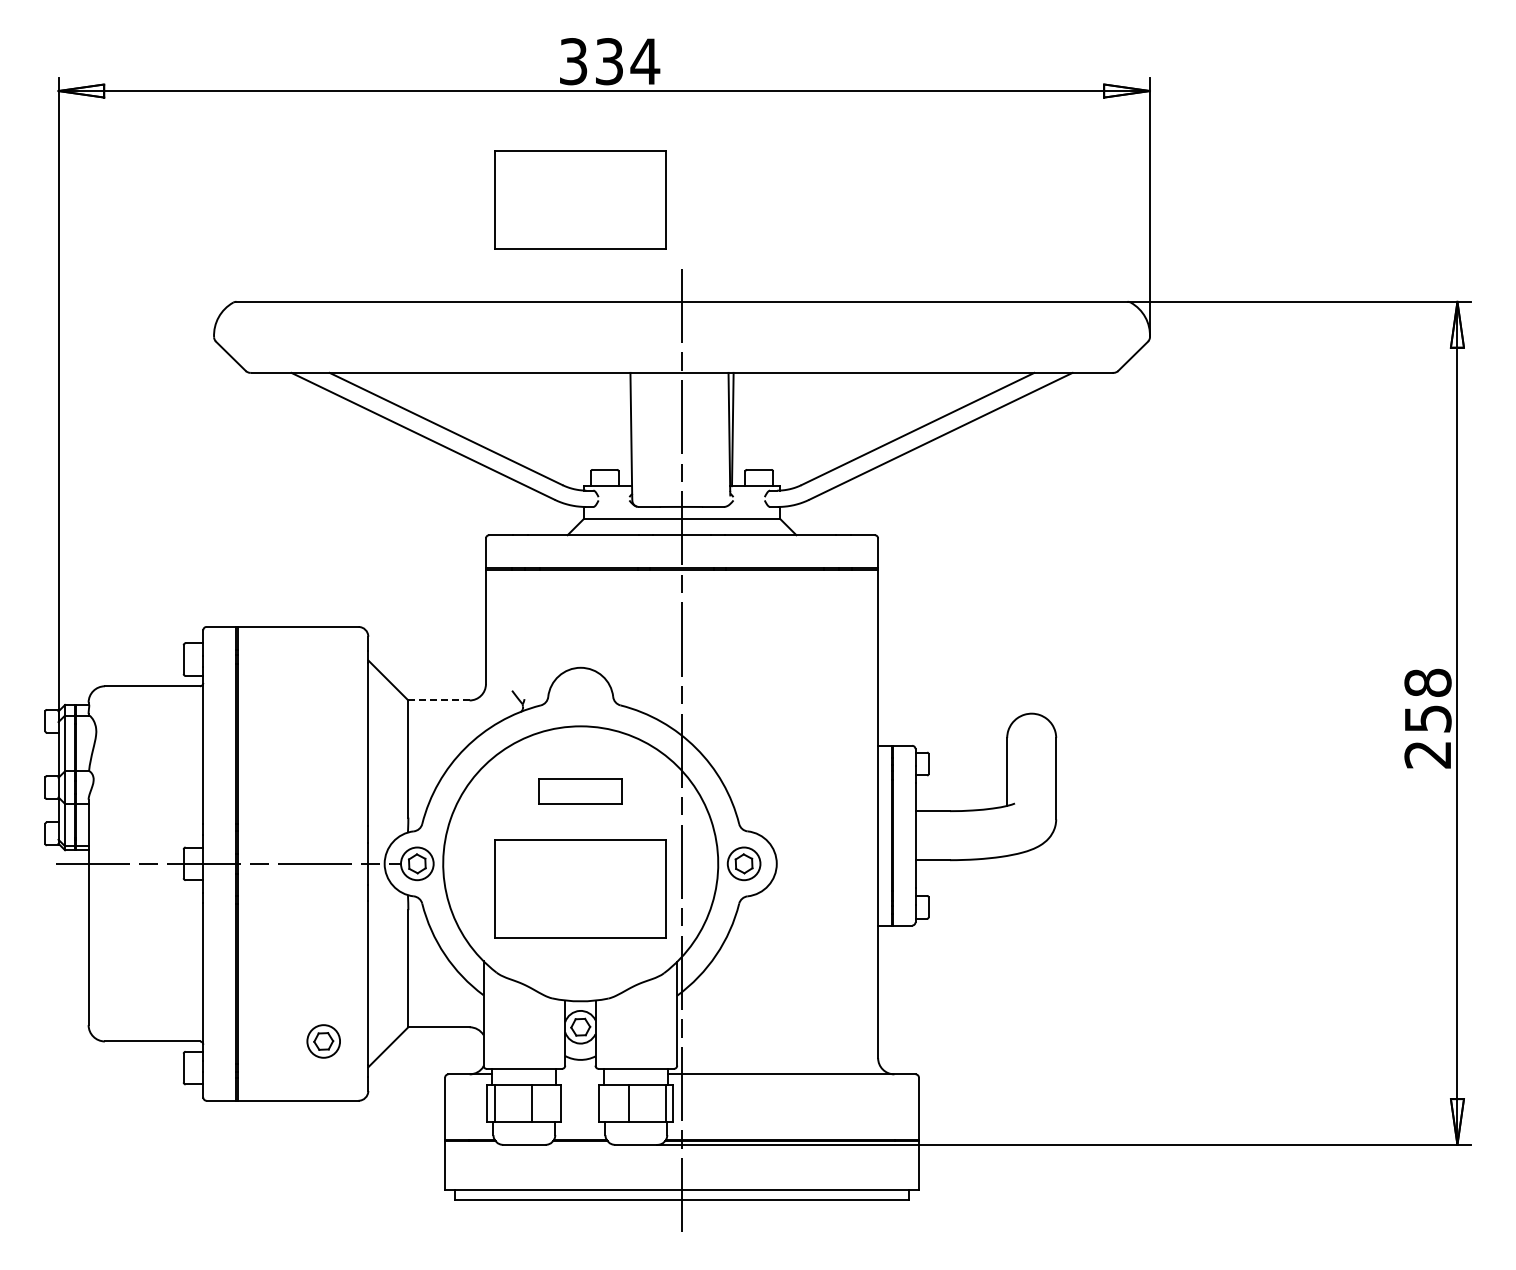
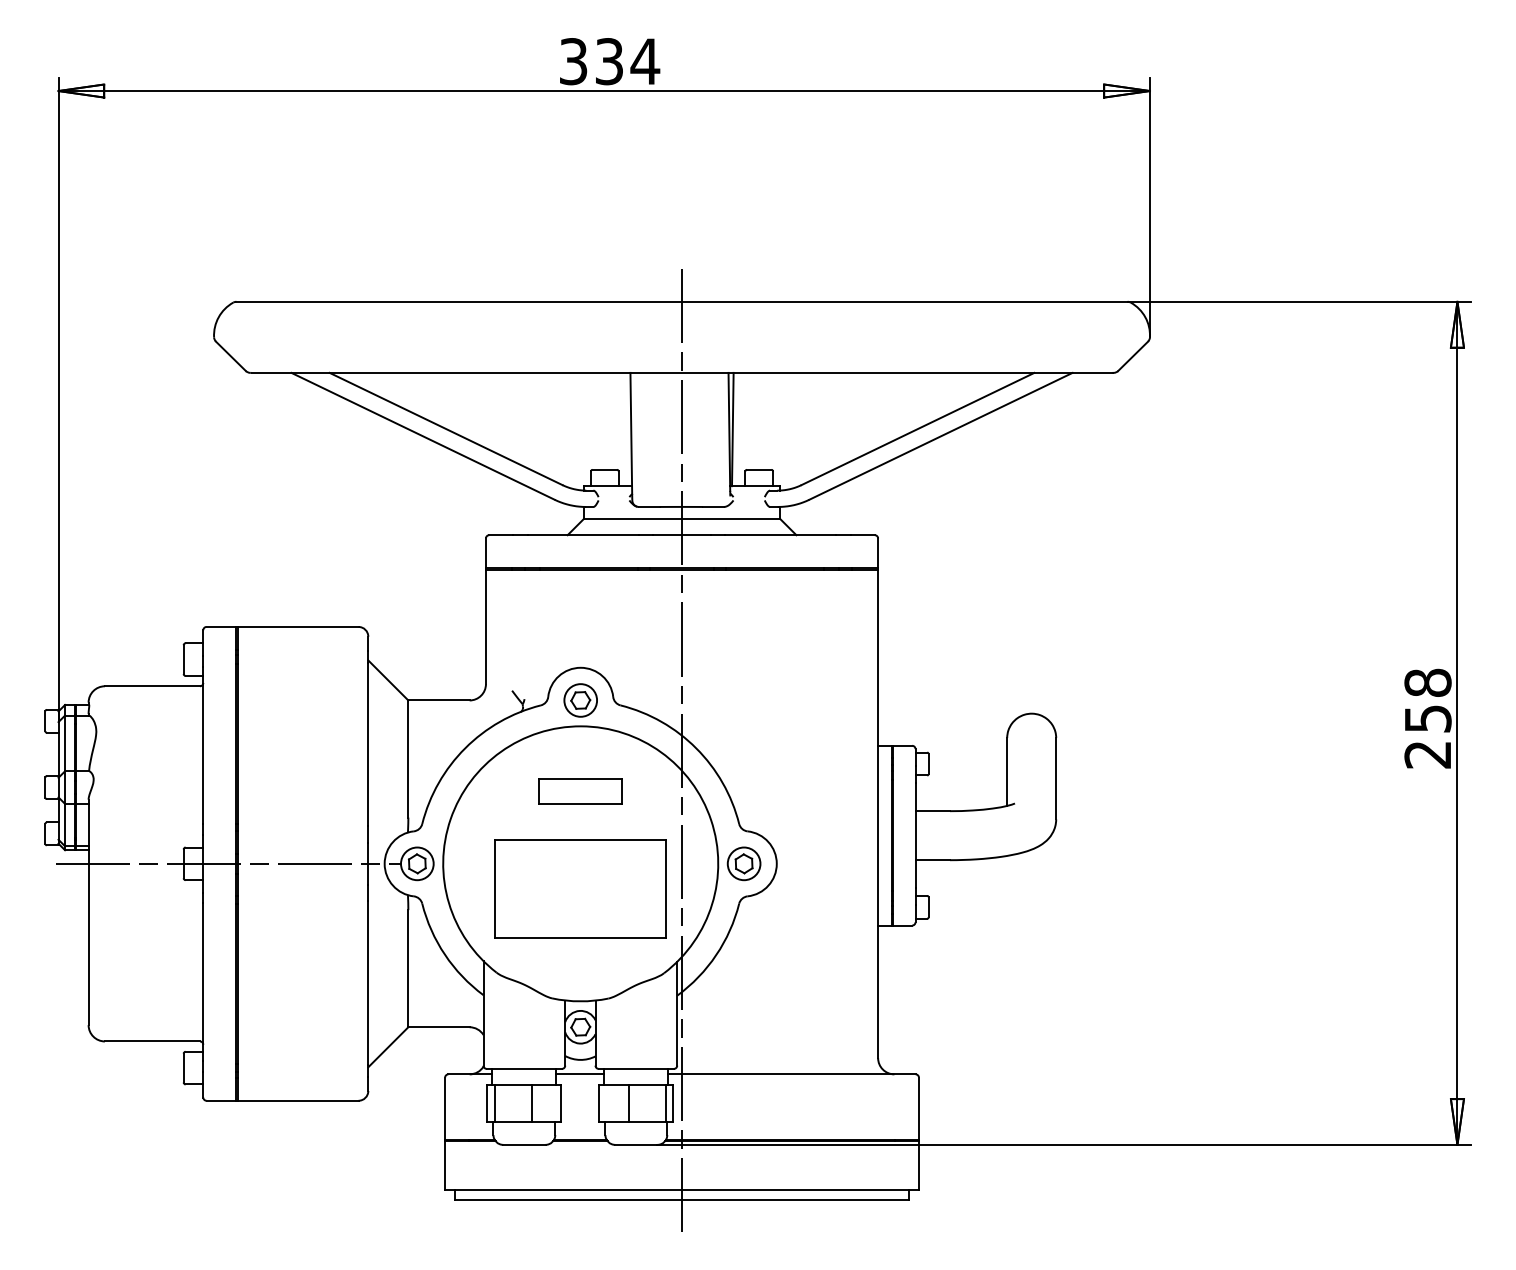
part at (580, 199): present -> none
line at (439, 700): dashed -> solid
part at (323, 1041) position: (323, 1041) -> (580, 700)
line at (580, 1074): none -> present
